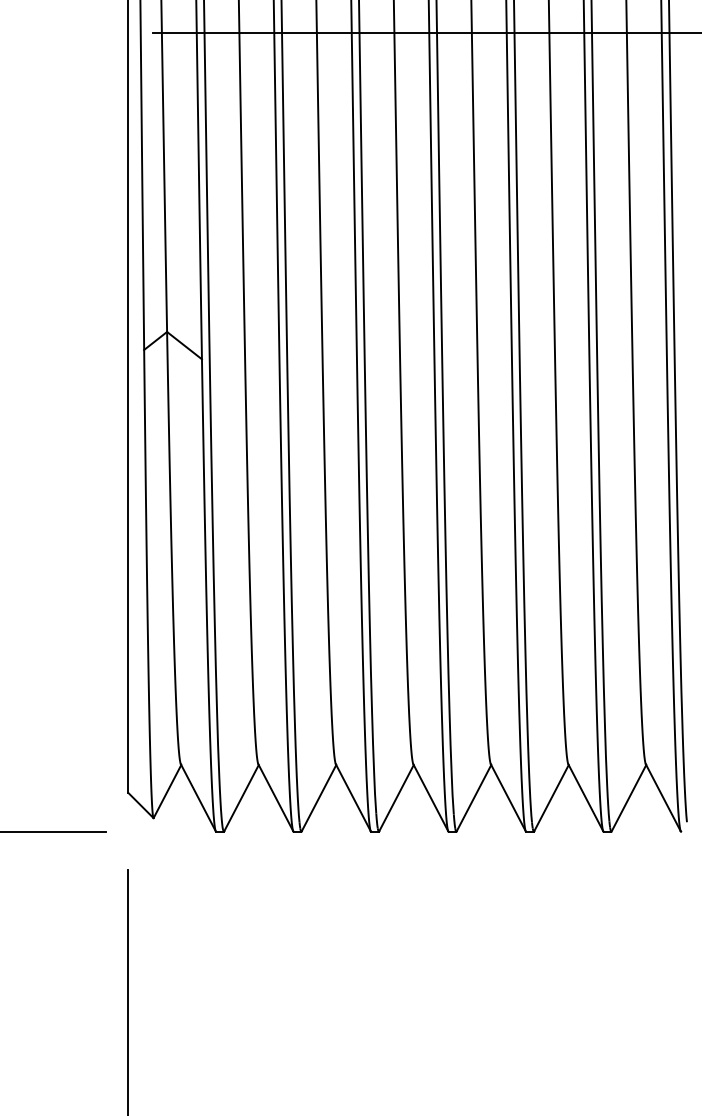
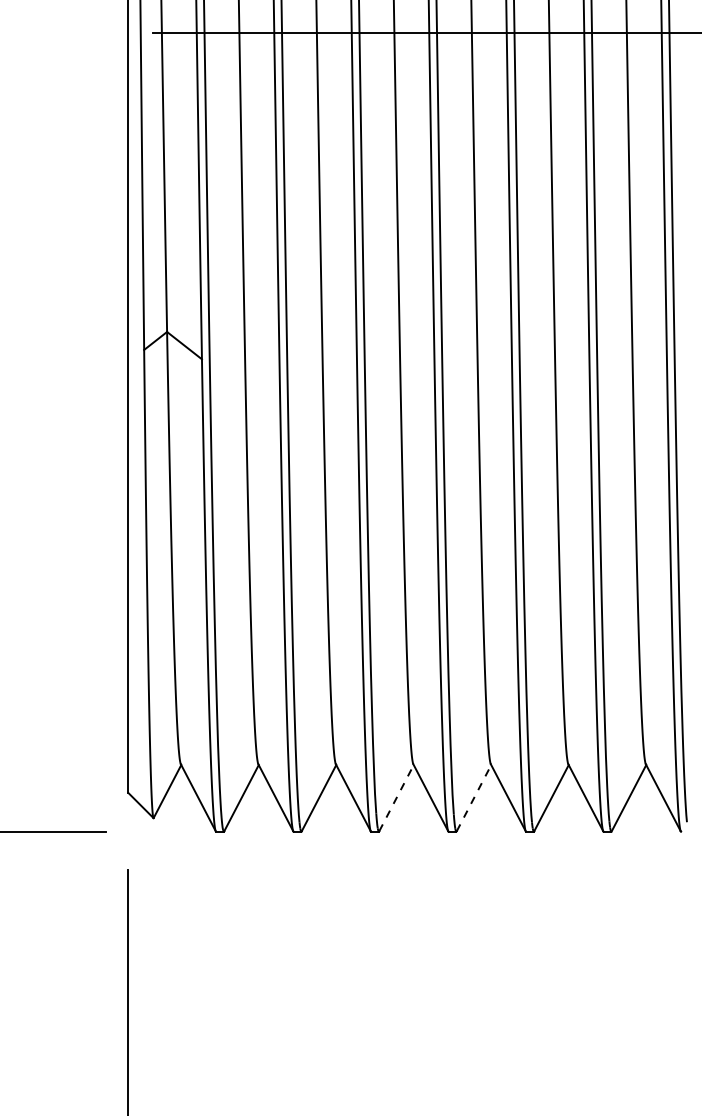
line at (396, 797): solid -> dashed
line at (474, 797): solid -> dashed
